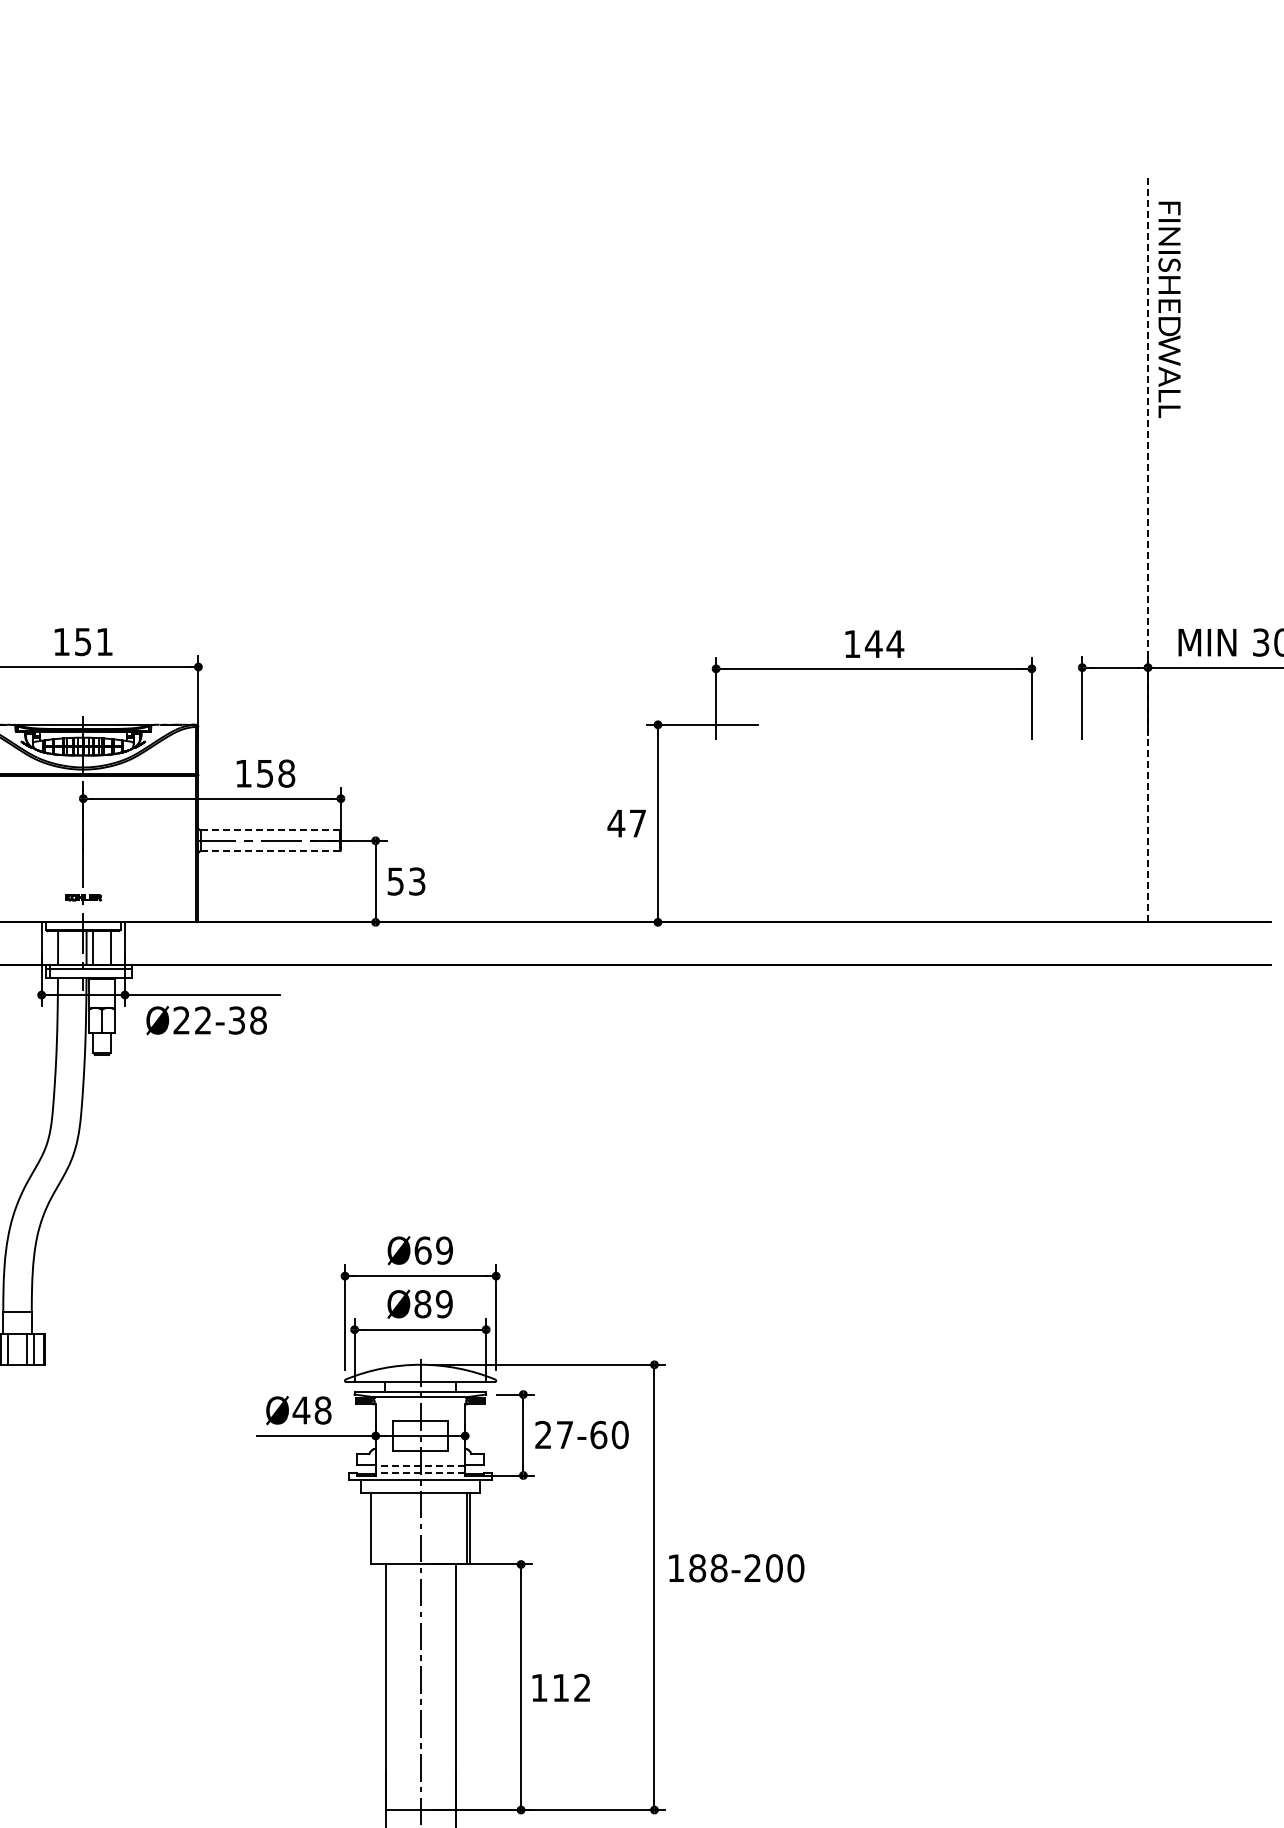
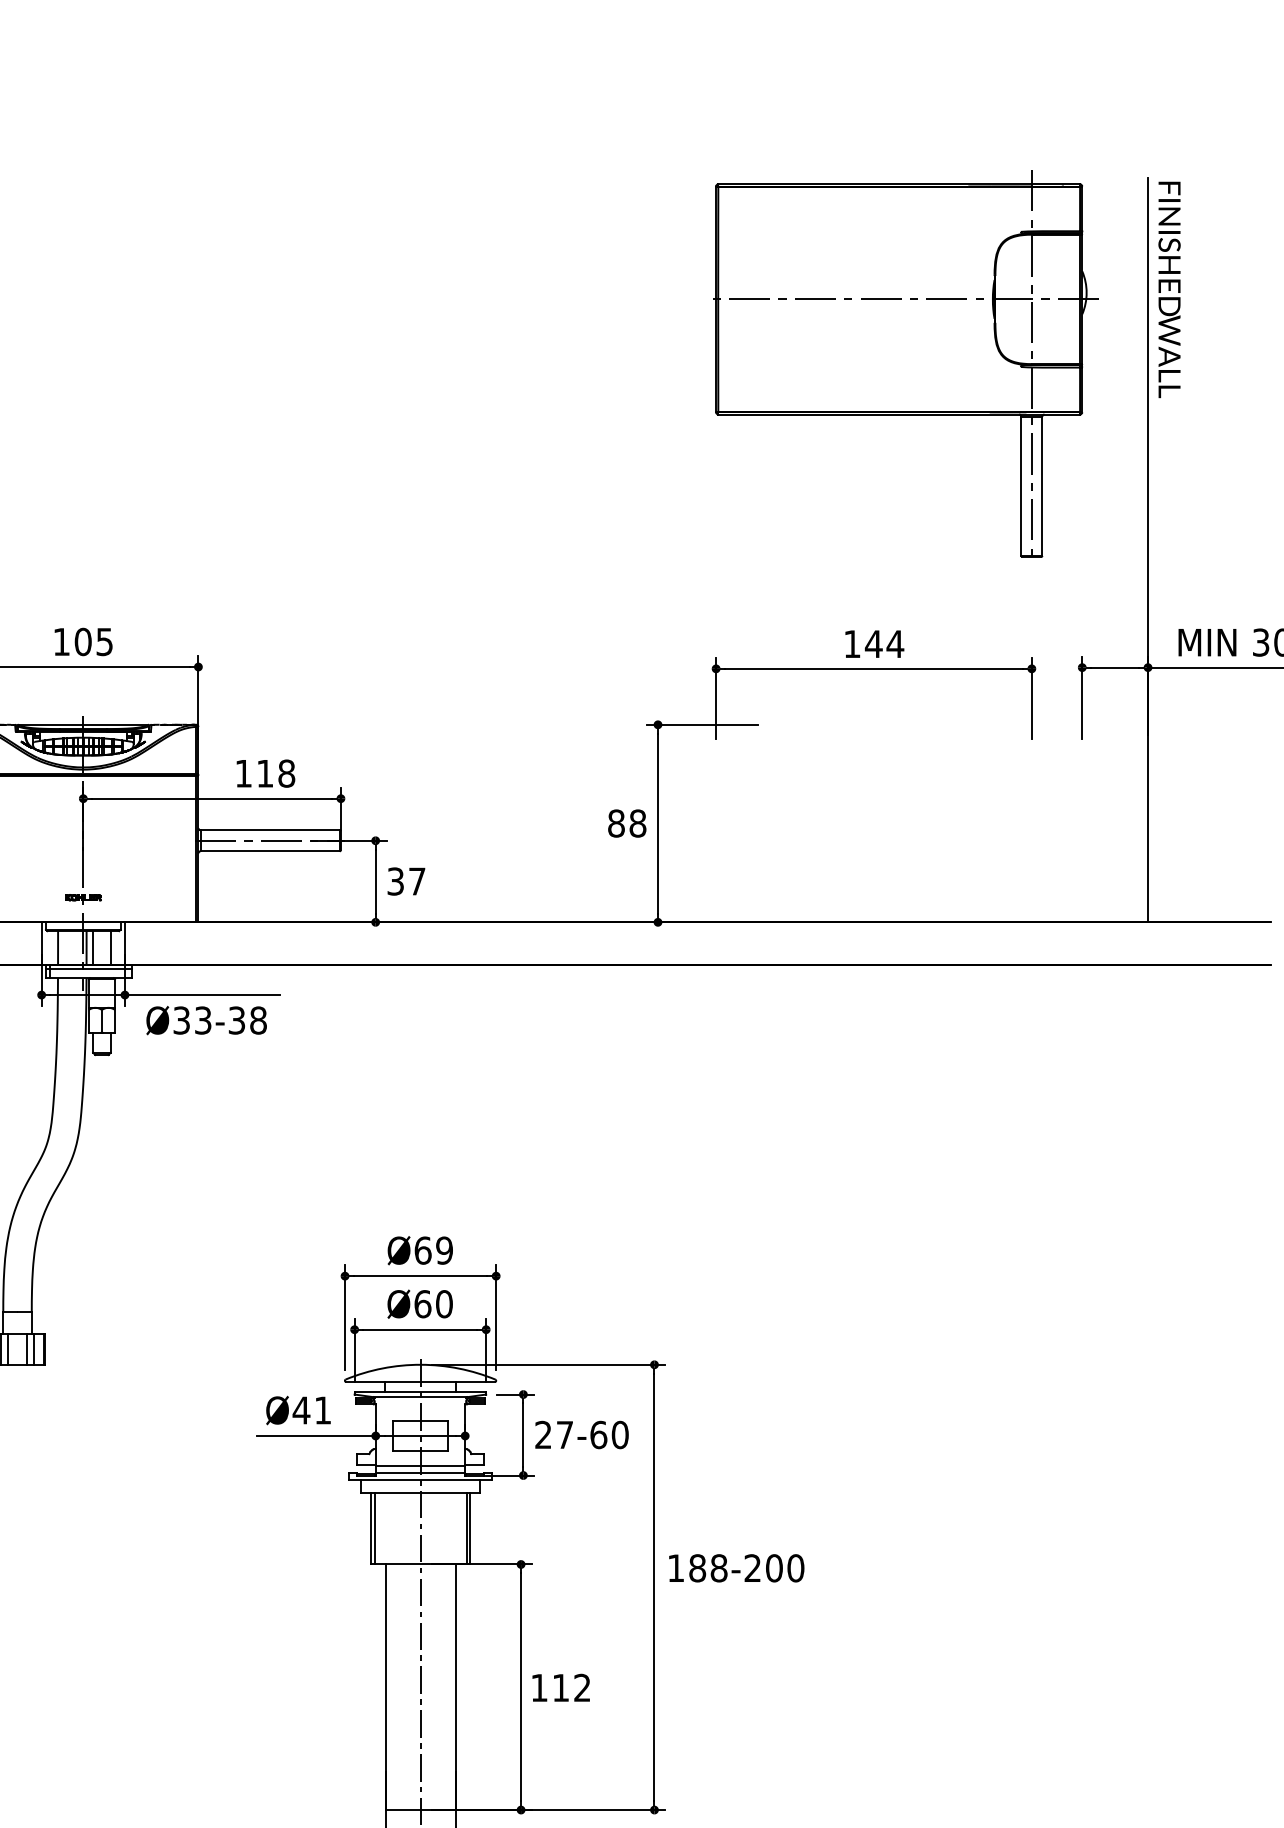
text at (1169, 309) position: (1169, 309) -> (1169, 289)
part at (905, 363): none -> present
line at (1148, 550): dashed -> solid
text at (93, 641): 151 -> 105
text at (265, 773): 158 -> 118
text at (626, 823): 47 -> 88
line at (270, 830): dashed -> solid
line at (270, 851): dashed -> solid
text at (406, 881): 53 -> 37
text at (192, 1020): Ø22-38 -> Ø33-38
text at (433, 1304): Ø89 -> Ø60
text at (322, 1410): Ø48 -> Ø41
line at (420, 1465): dashed -> solid
line at (420, 1472): dashed -> solid
line at (374, 1528): none -> present
